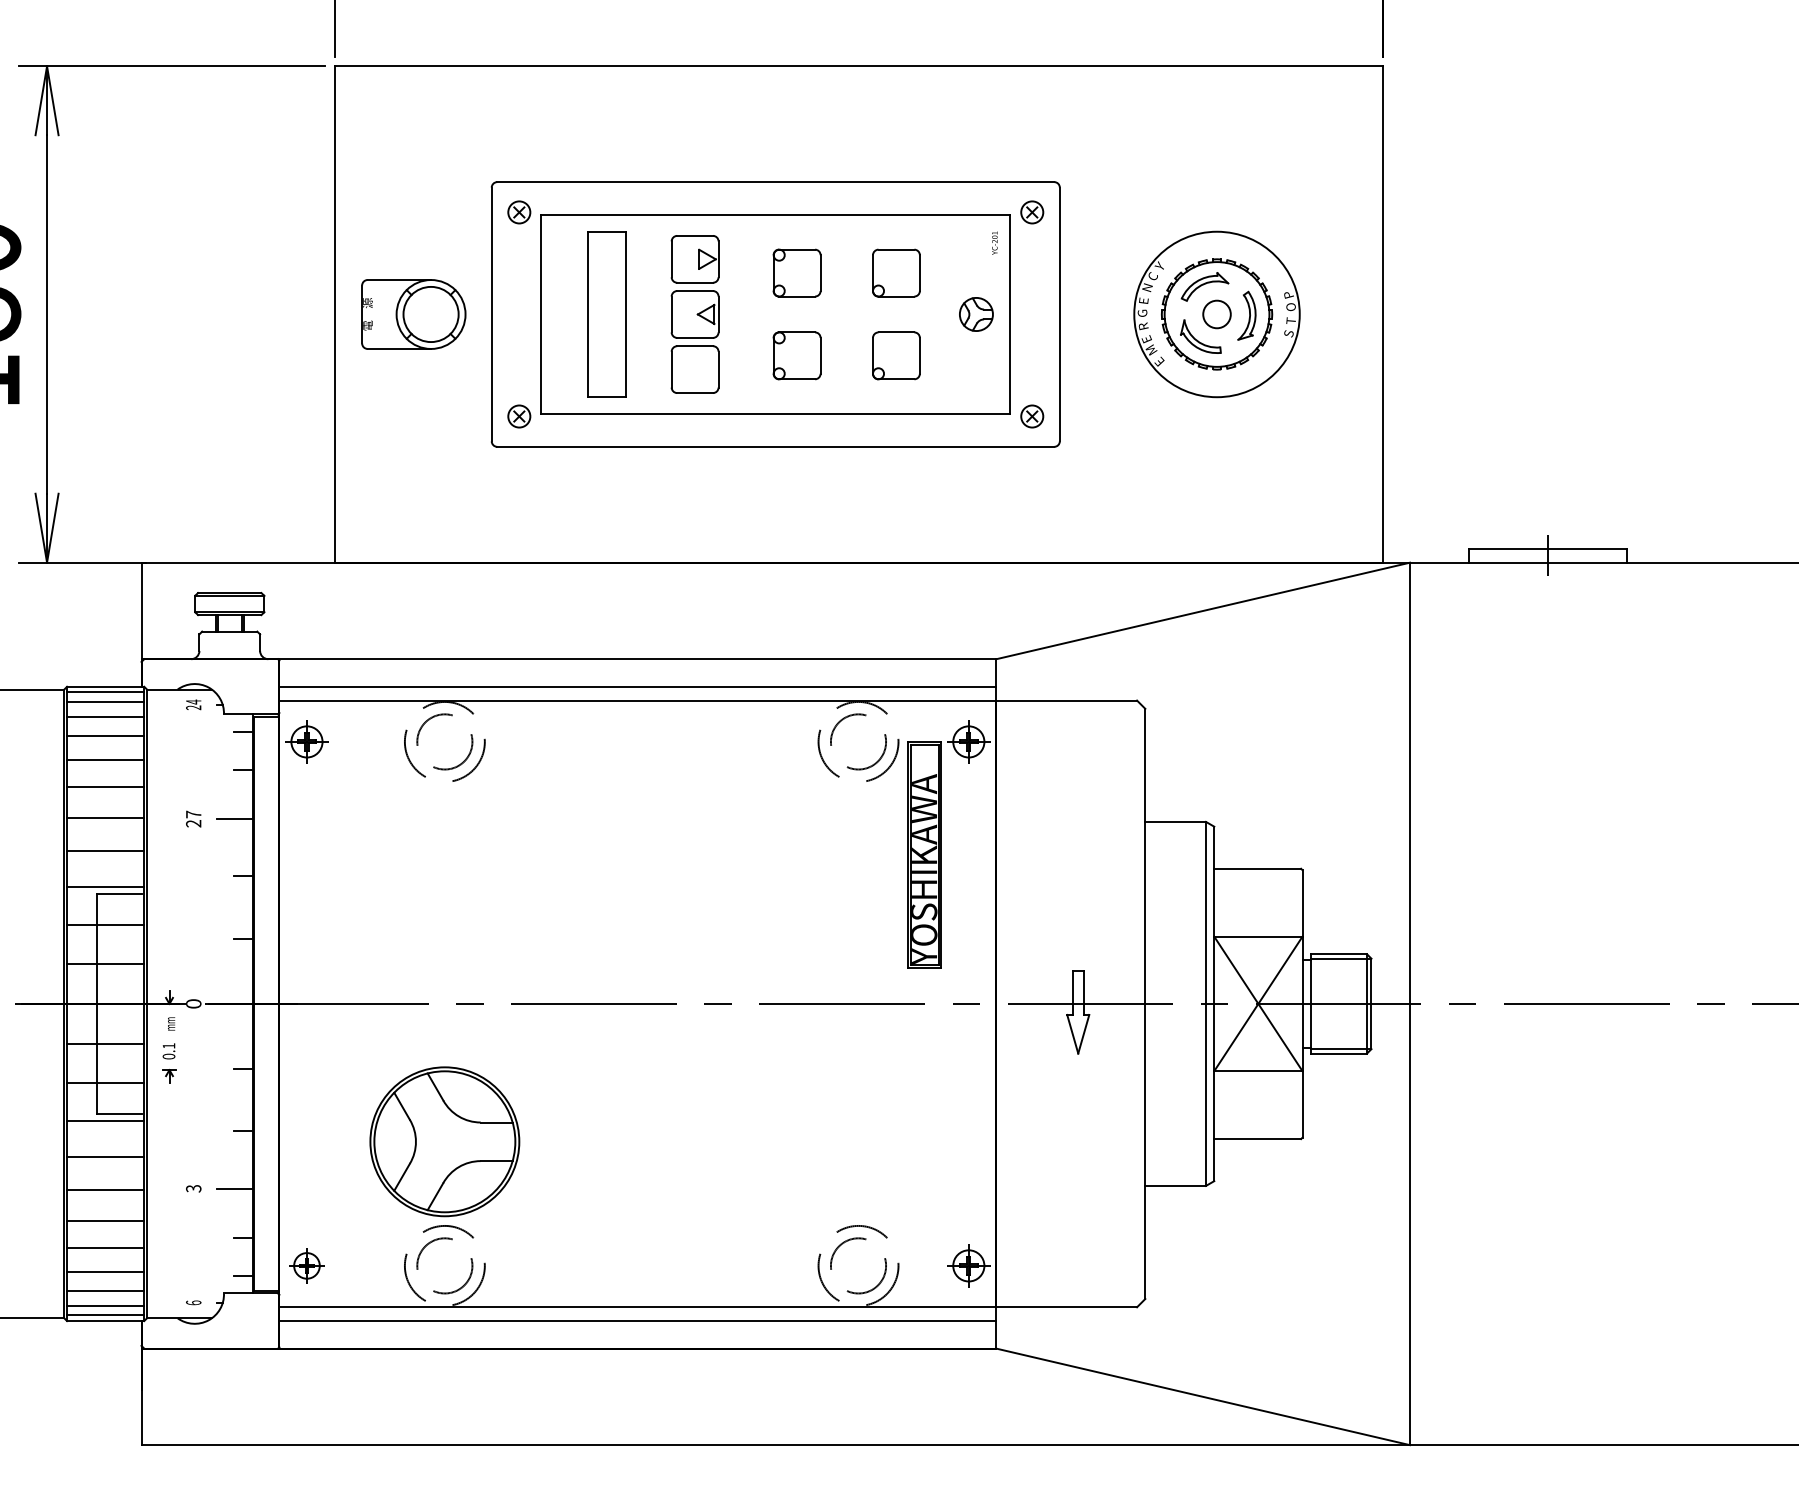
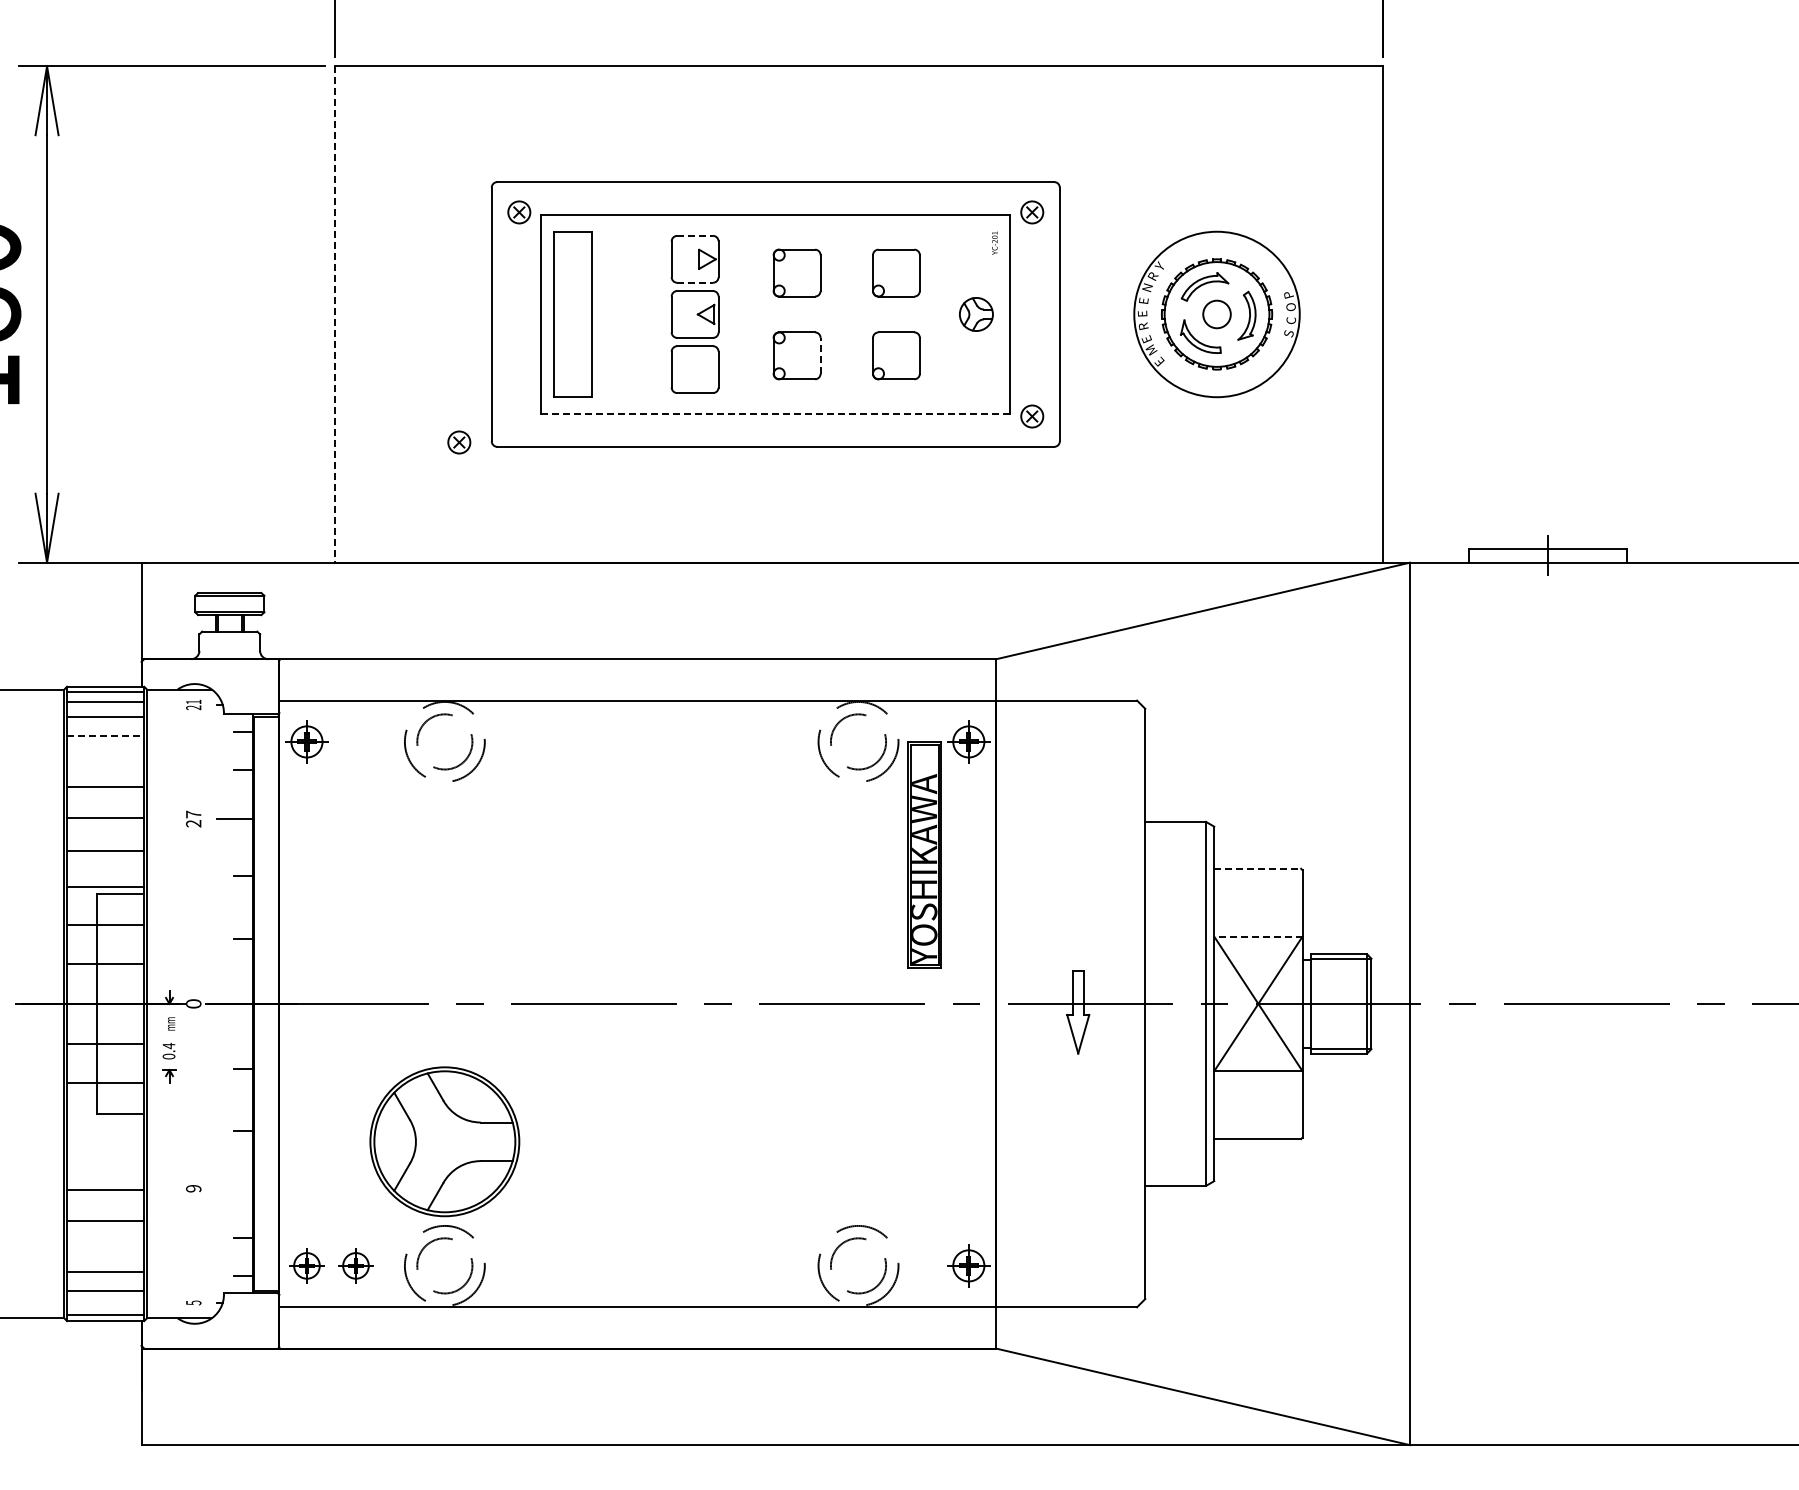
line at (695, 235): solid -> dashed
text at (1152, 276): C -> R
line at (695, 282): solid -> dashed
text at (1142, 312): G -> E
line at (334, 314): solid -> dashed
part at (413, 314): present -> none
part at (606, 314) position: (606, 314) -> (572, 314)
text at (1291, 320): T -> C
line at (820, 355): solid -> dashed
line at (775, 413): solid -> dashed
part at (519, 416) position: (519, 416) -> (459, 442)
line at (637, 686): present -> none
text at (193, 701): 24 -> 21
line at (105, 736): solid -> dashed
line at (105, 759): present -> none
line at (1258, 868): solid -> dashed
line at (1257, 936): solid -> dashed
text at (168, 1046): 0.1 -> 0.4
line at (105, 1120): present -> none
line at (105, 1156): present -> none
text at (193, 1188): 3 -> 9
line at (234, 1188): present -> none
line at (105, 1248): present -> none
part at (355, 1265): none -> present
text at (193, 1302): 6 -> 5
line at (105, 1305): present -> none
line at (637, 1321): present -> none
